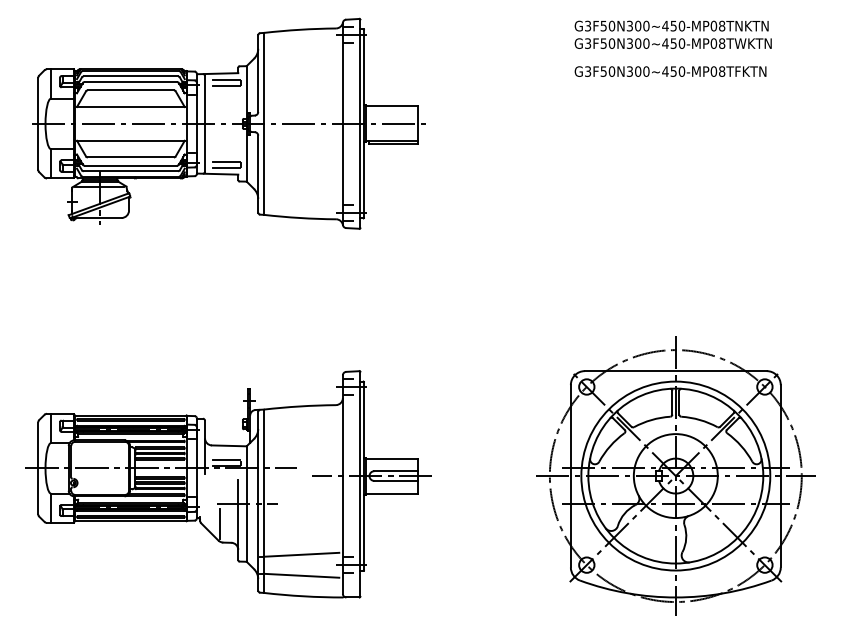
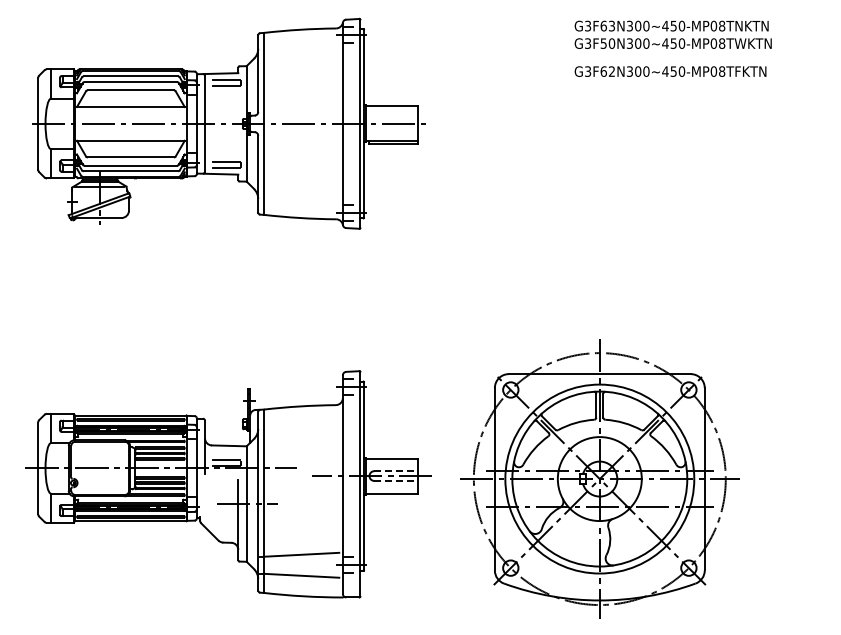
text at (607, 25): G3F50N300~450-MP08TNKTN -> G3F63N300~450-MP08TNKTN
text at (607, 71): G3F50N300~450-MP08TFKTN -> G3F62N300~450-MP08TFKTN
line at (396, 471): solid -> dashed
part at (675, 475) position: (675, 475) -> (599, 478)
line at (396, 480): solid -> dashed
line at (220, 523): present -> none
